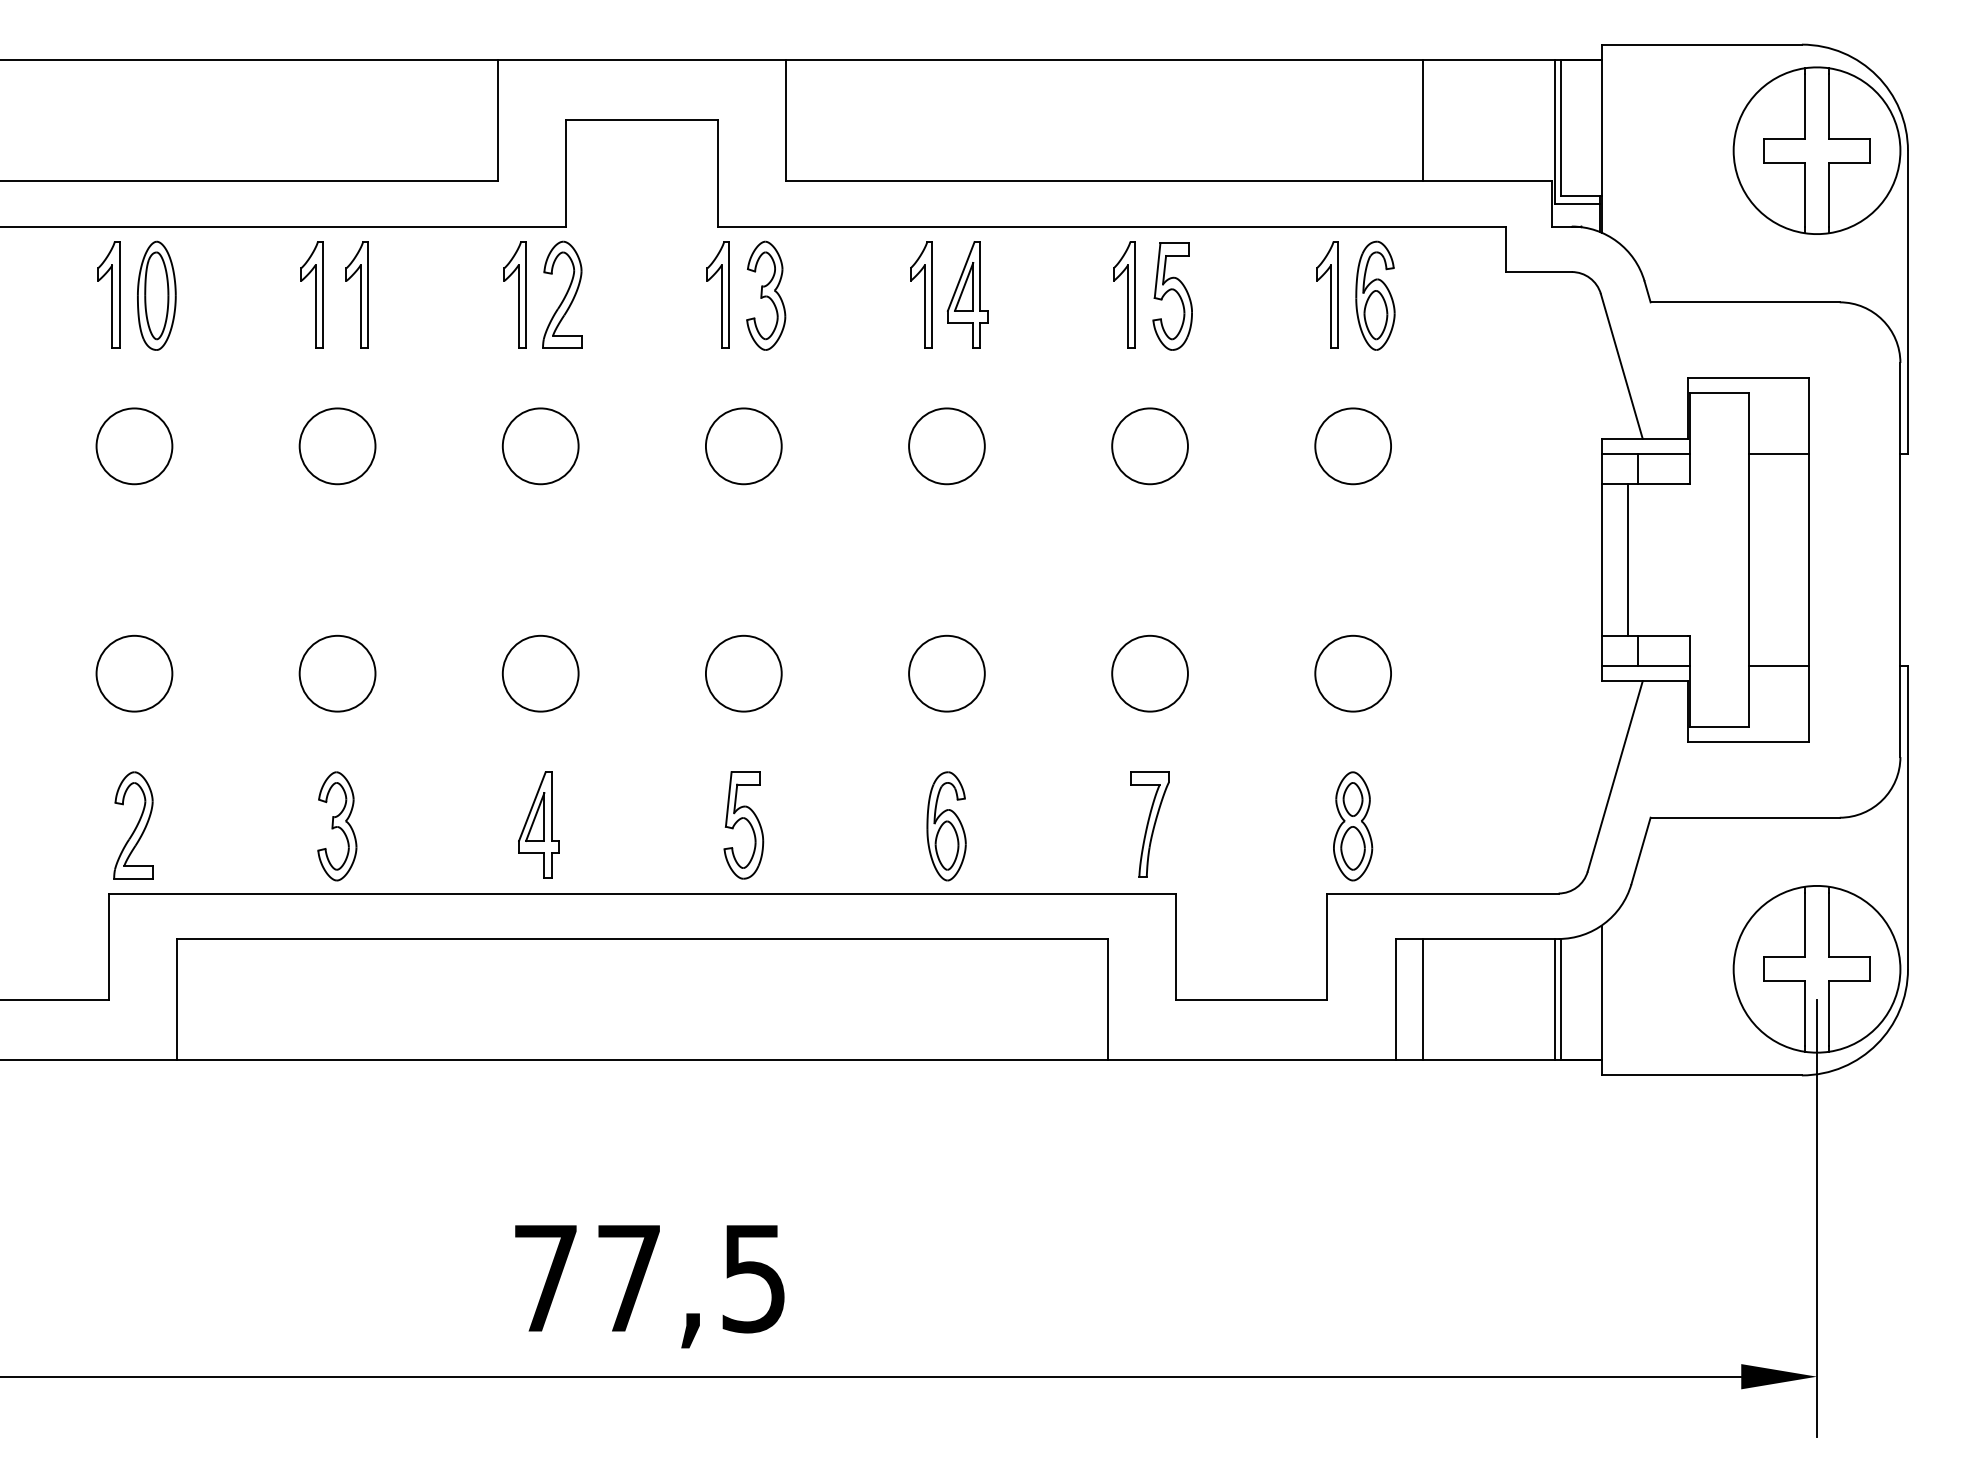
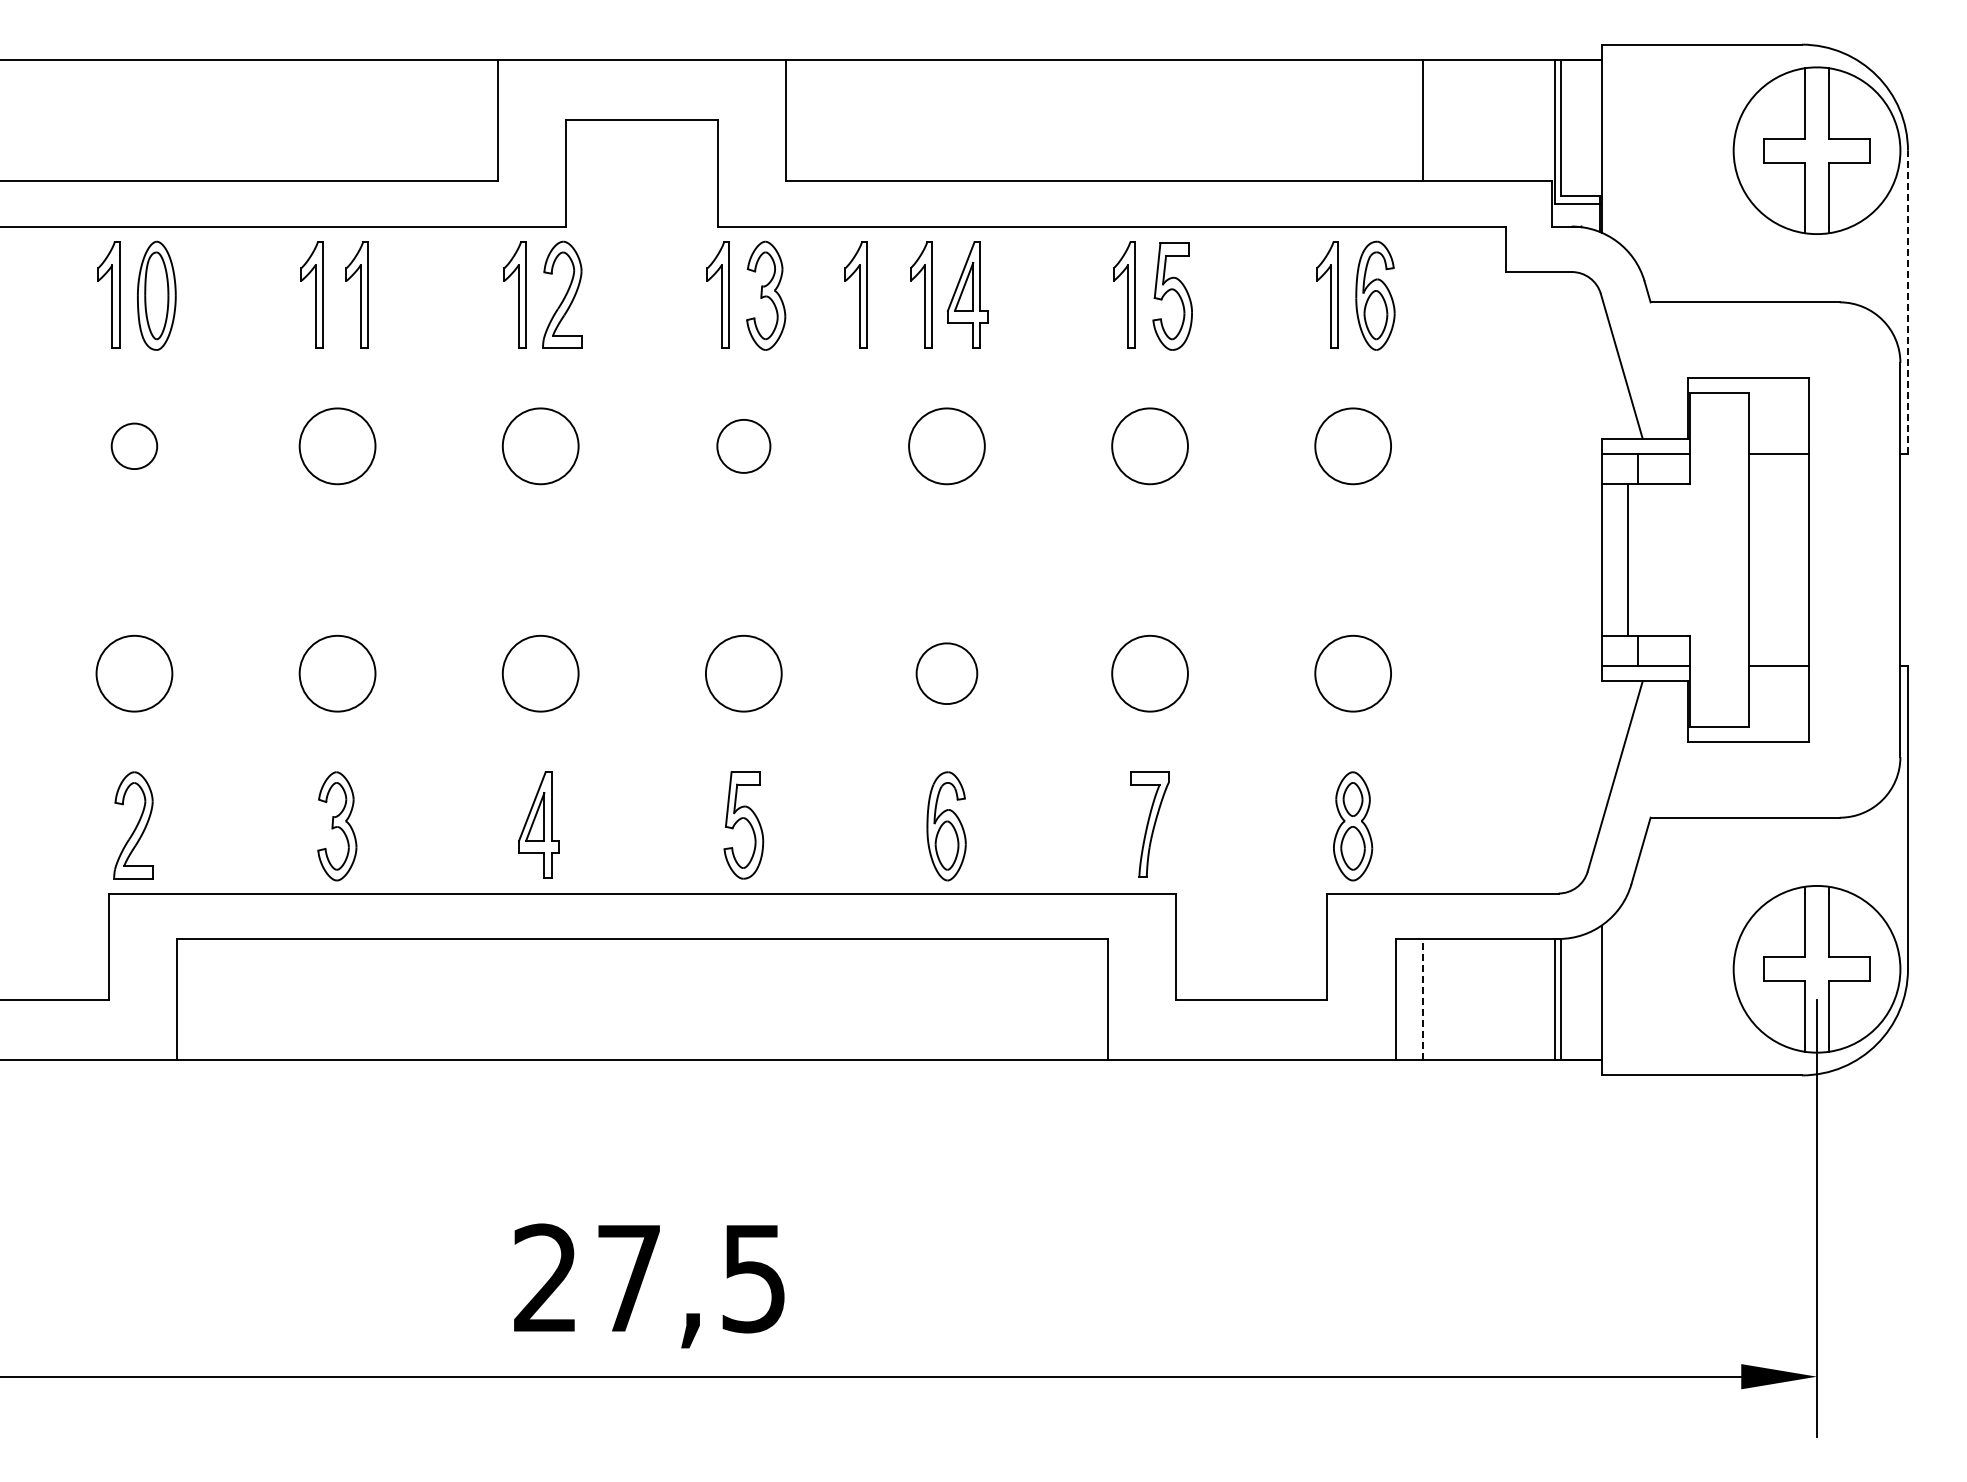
part at (855, 294): none -> present
line at (1907, 302): solid -> dashed
circle at (134, 446) diameter: 76 px -> 45 px
circle at (743, 446) size: 78x79 px -> 56x55 px
circle at (946, 673) diameter: 76 px -> 61 px
line at (1422, 999): solid -> dashed
text at (545, 1277): 77,5 -> 27,5
